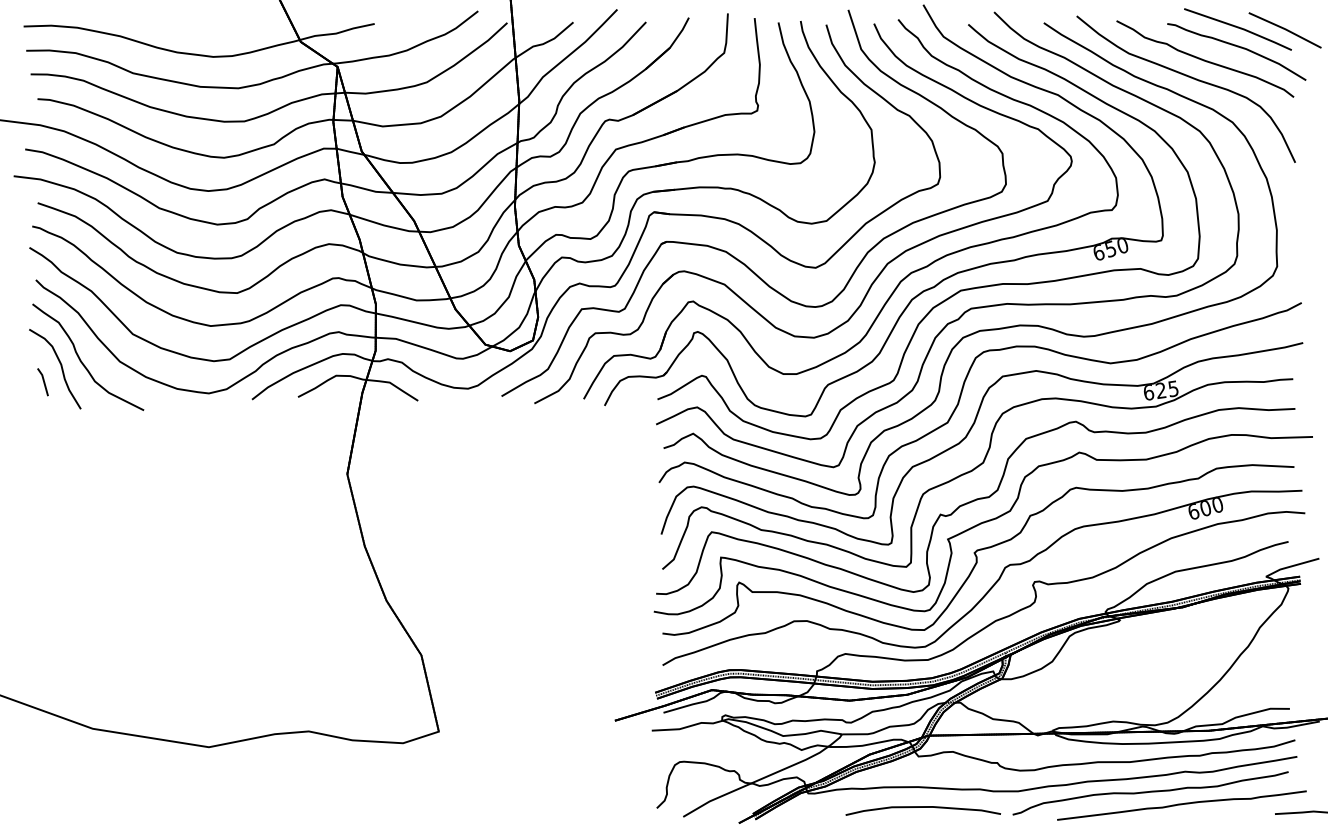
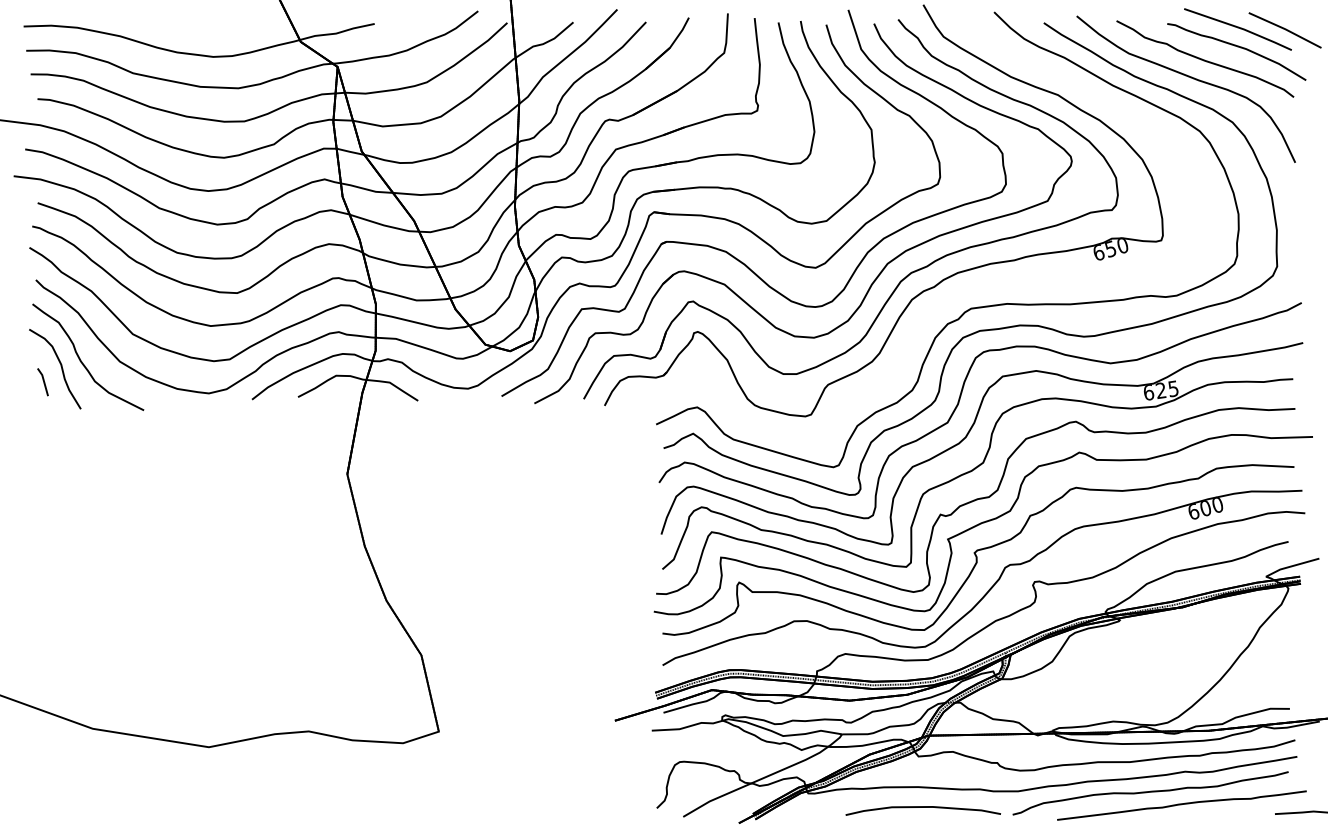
part at (960, 289): present -> none
